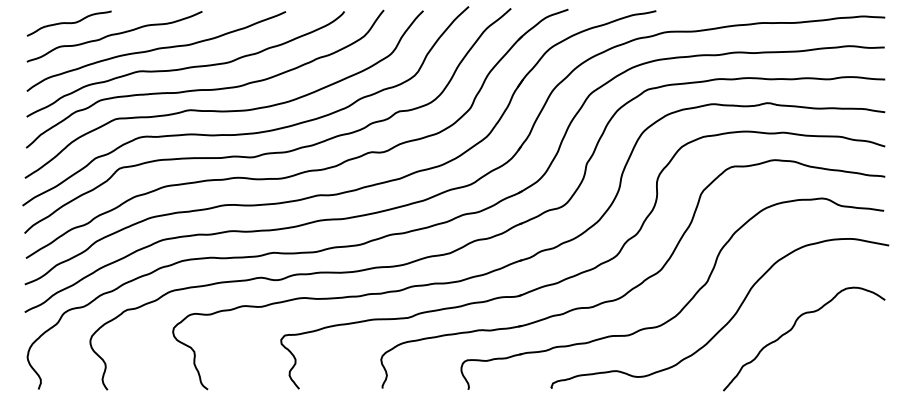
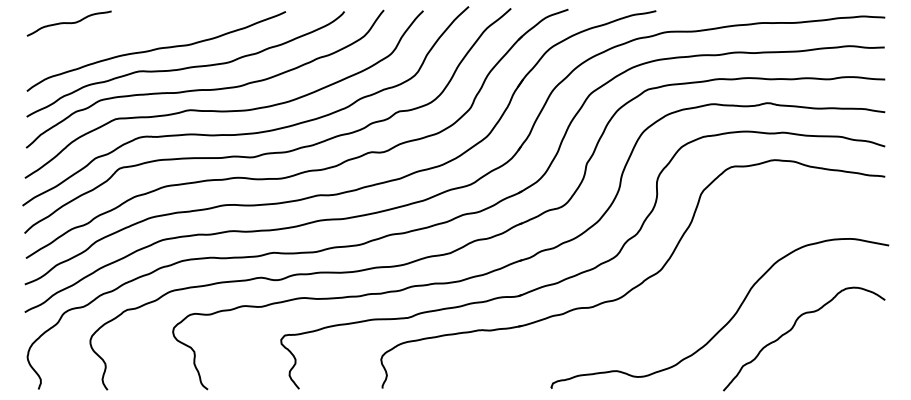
curve at (114, 35): present -> none
part at (684, 305): present -> none
